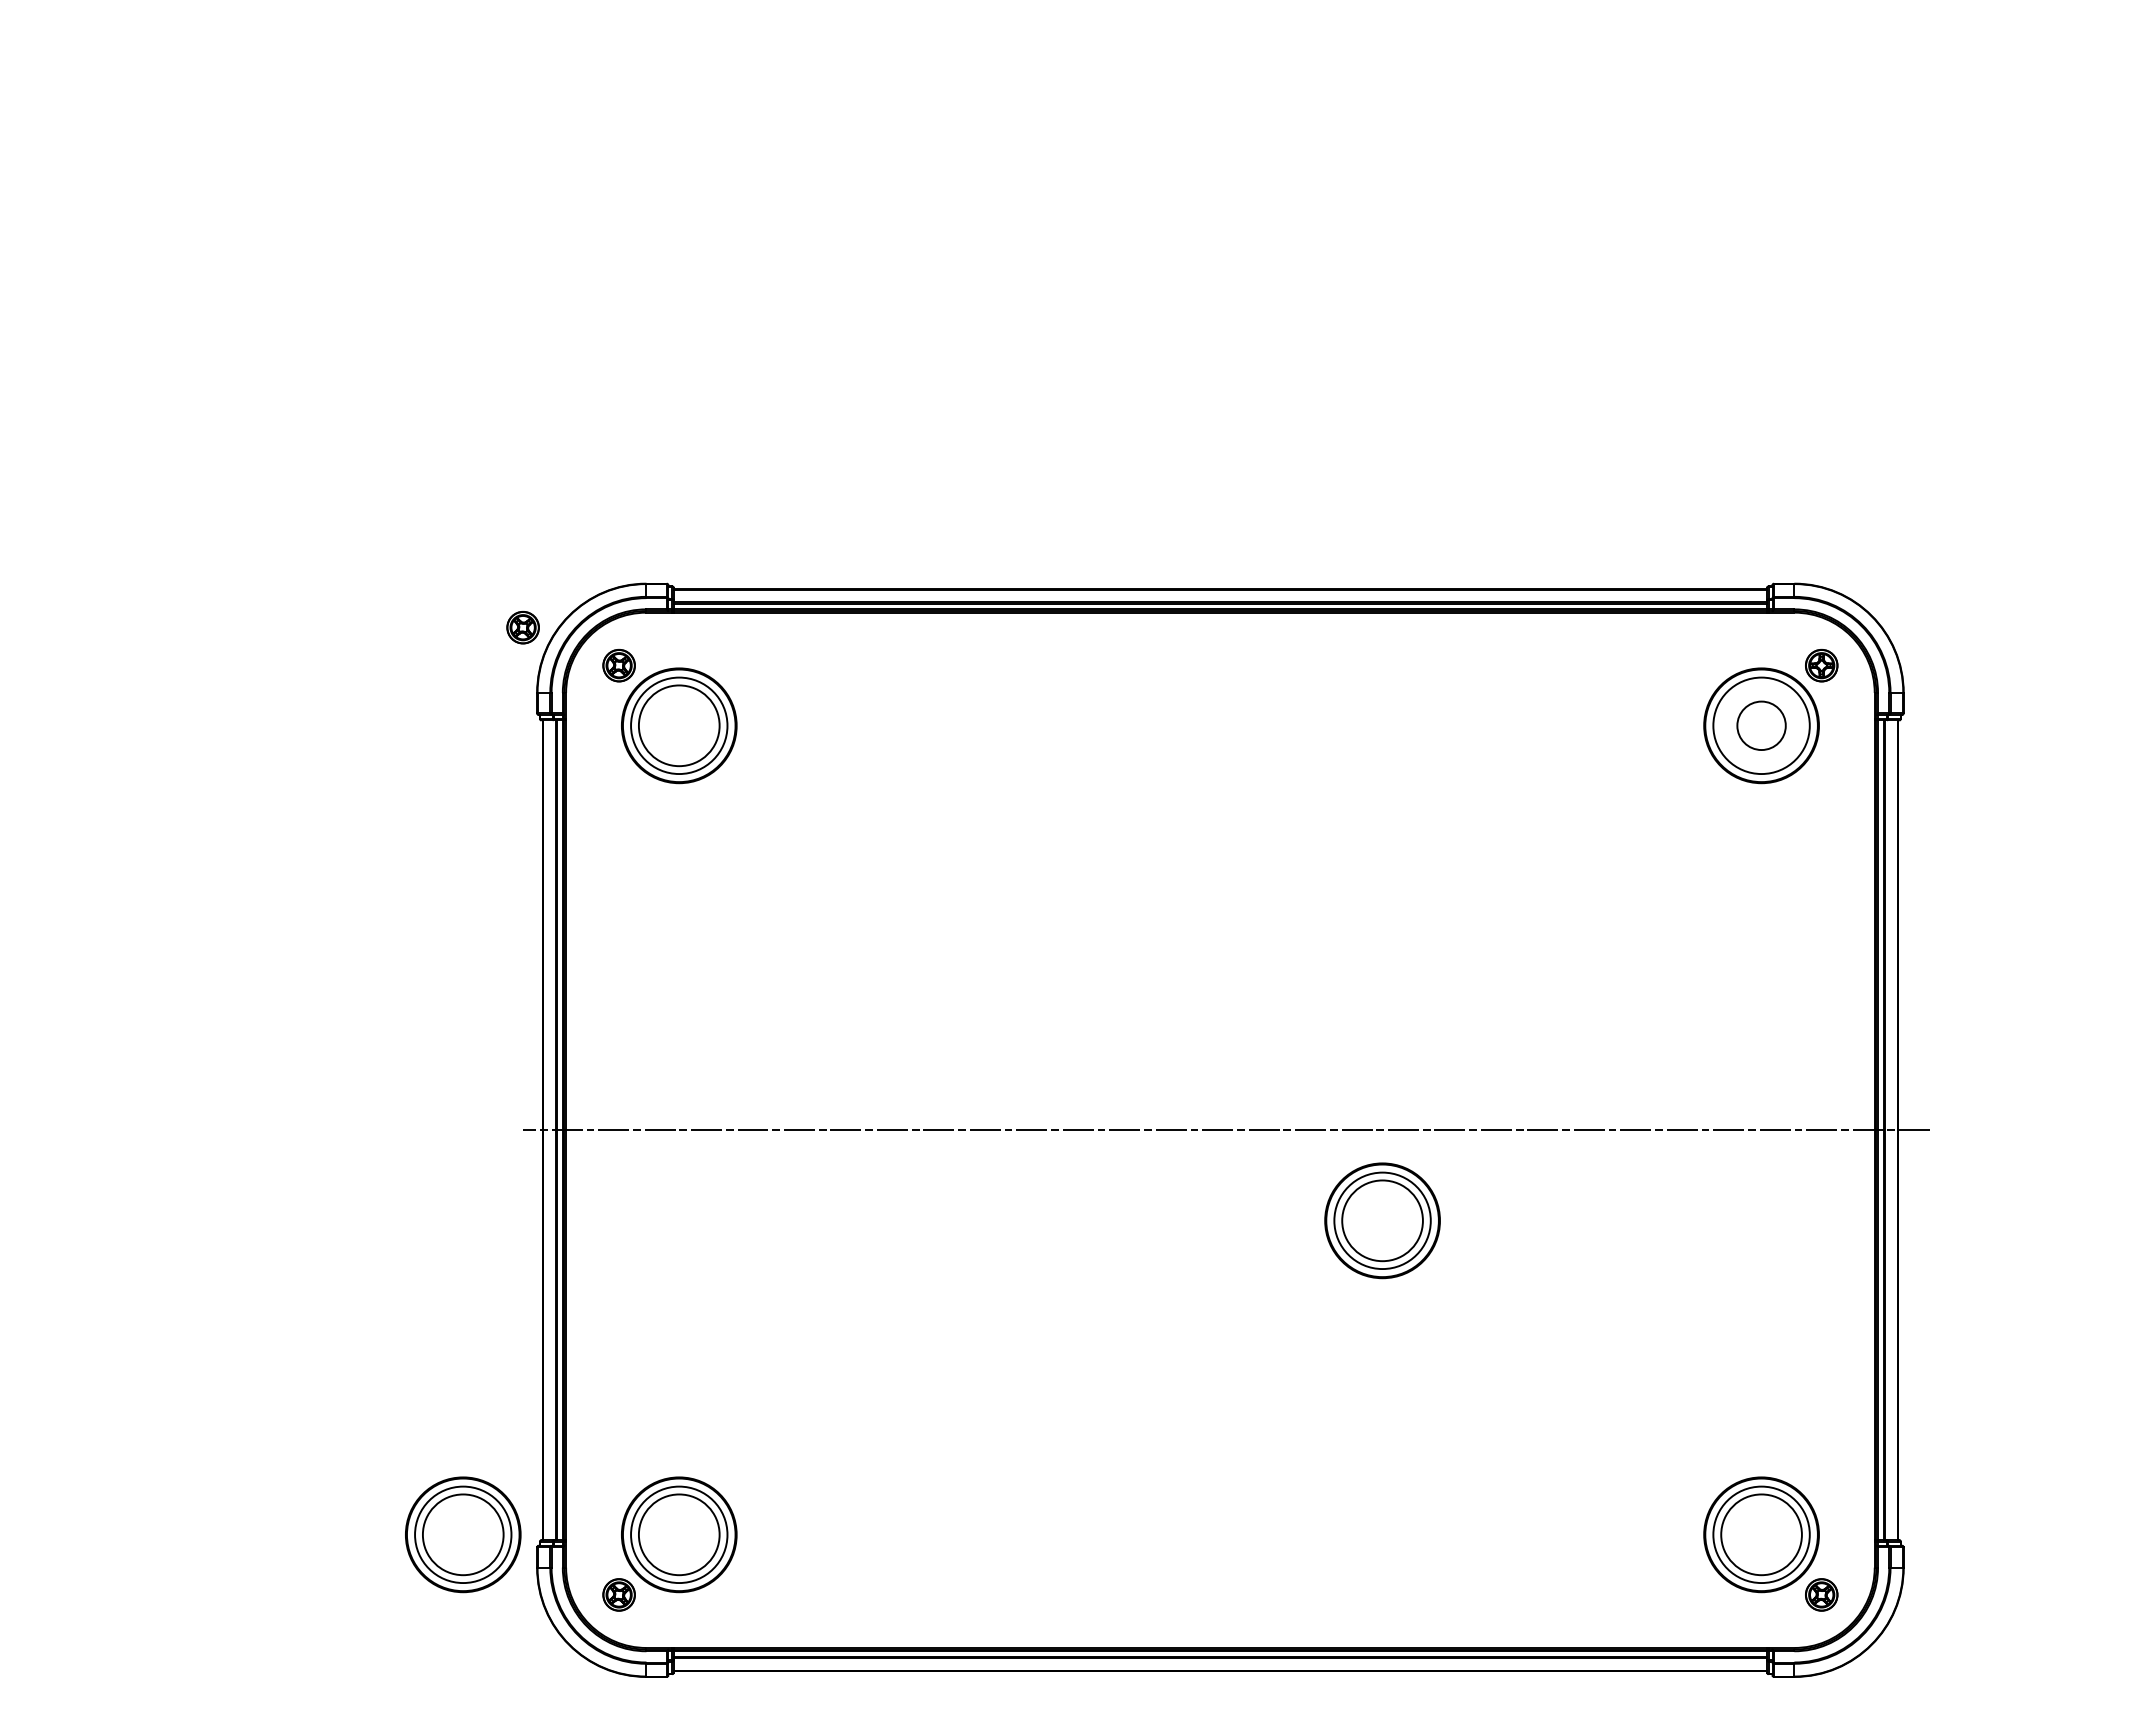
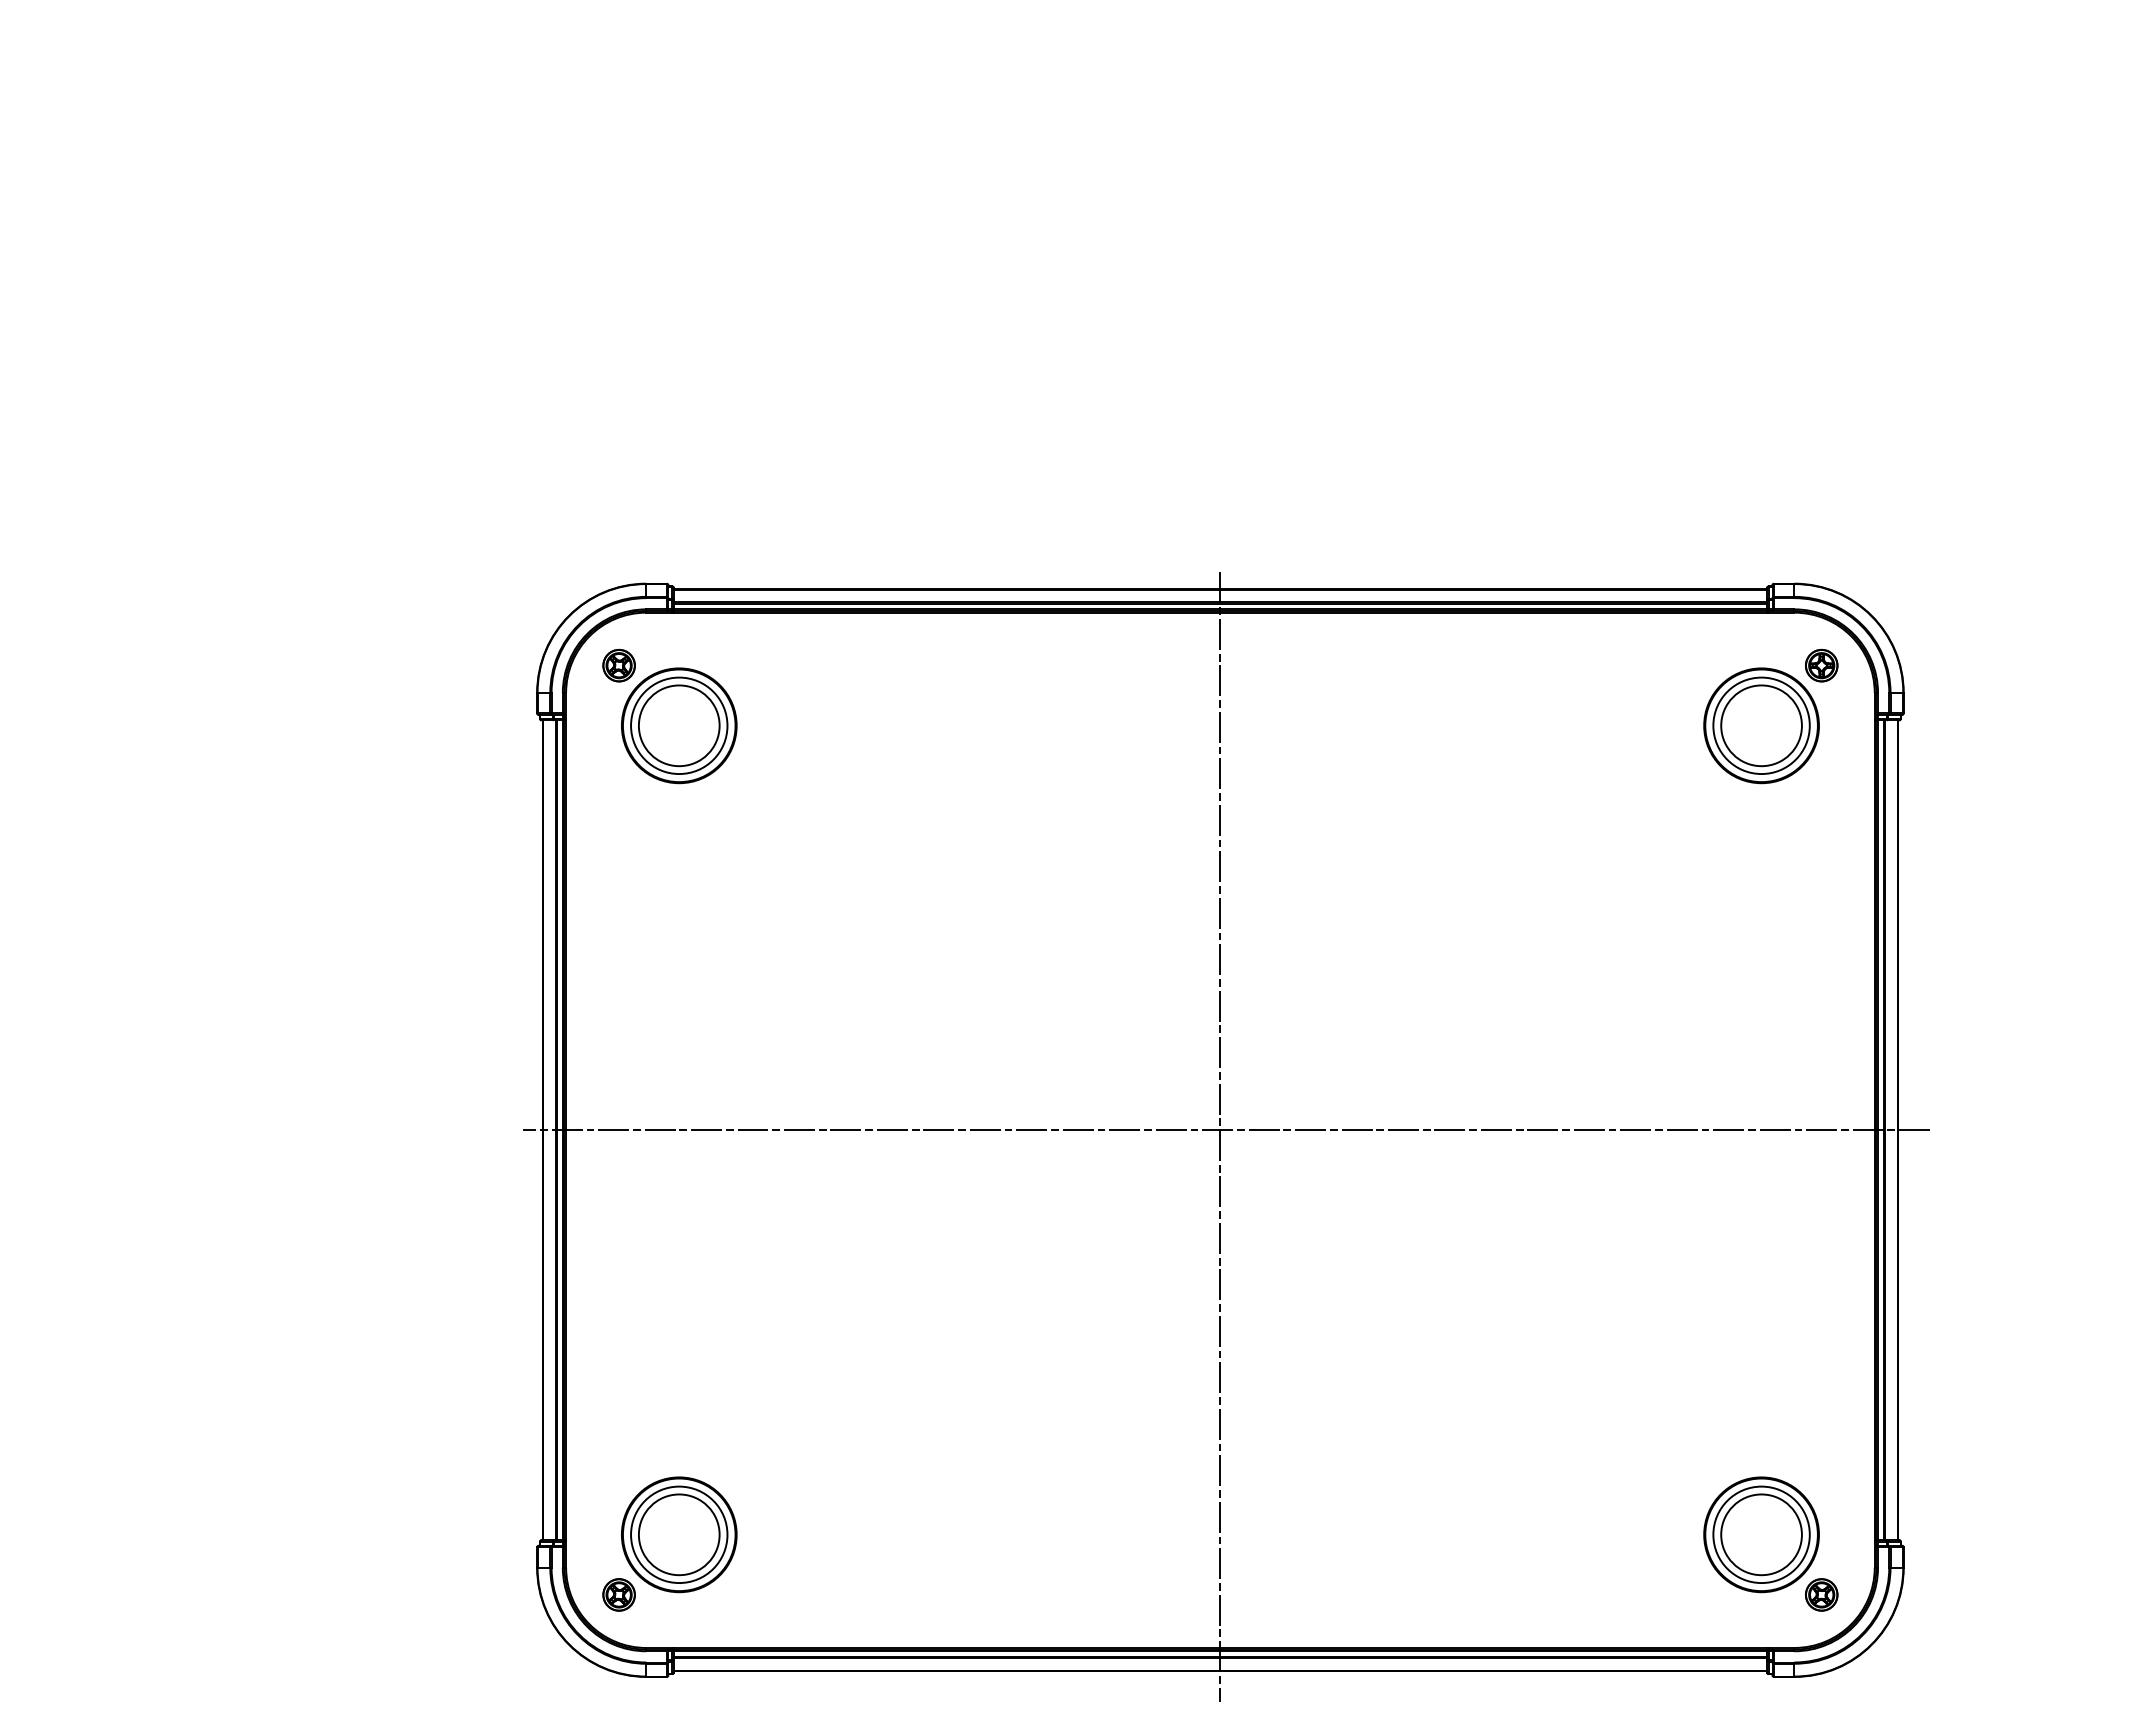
part at (522, 627): present -> none
circle at (1761, 725) diameter: 48 px -> 81 px
line at (1220, 1136): none -> present
part at (1382, 1220): present -> none
part at (463, 1534): present -> none
